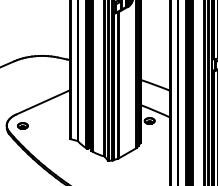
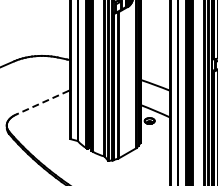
line at (42, 102): solid -> dashed
part at (22, 125): present -> none
